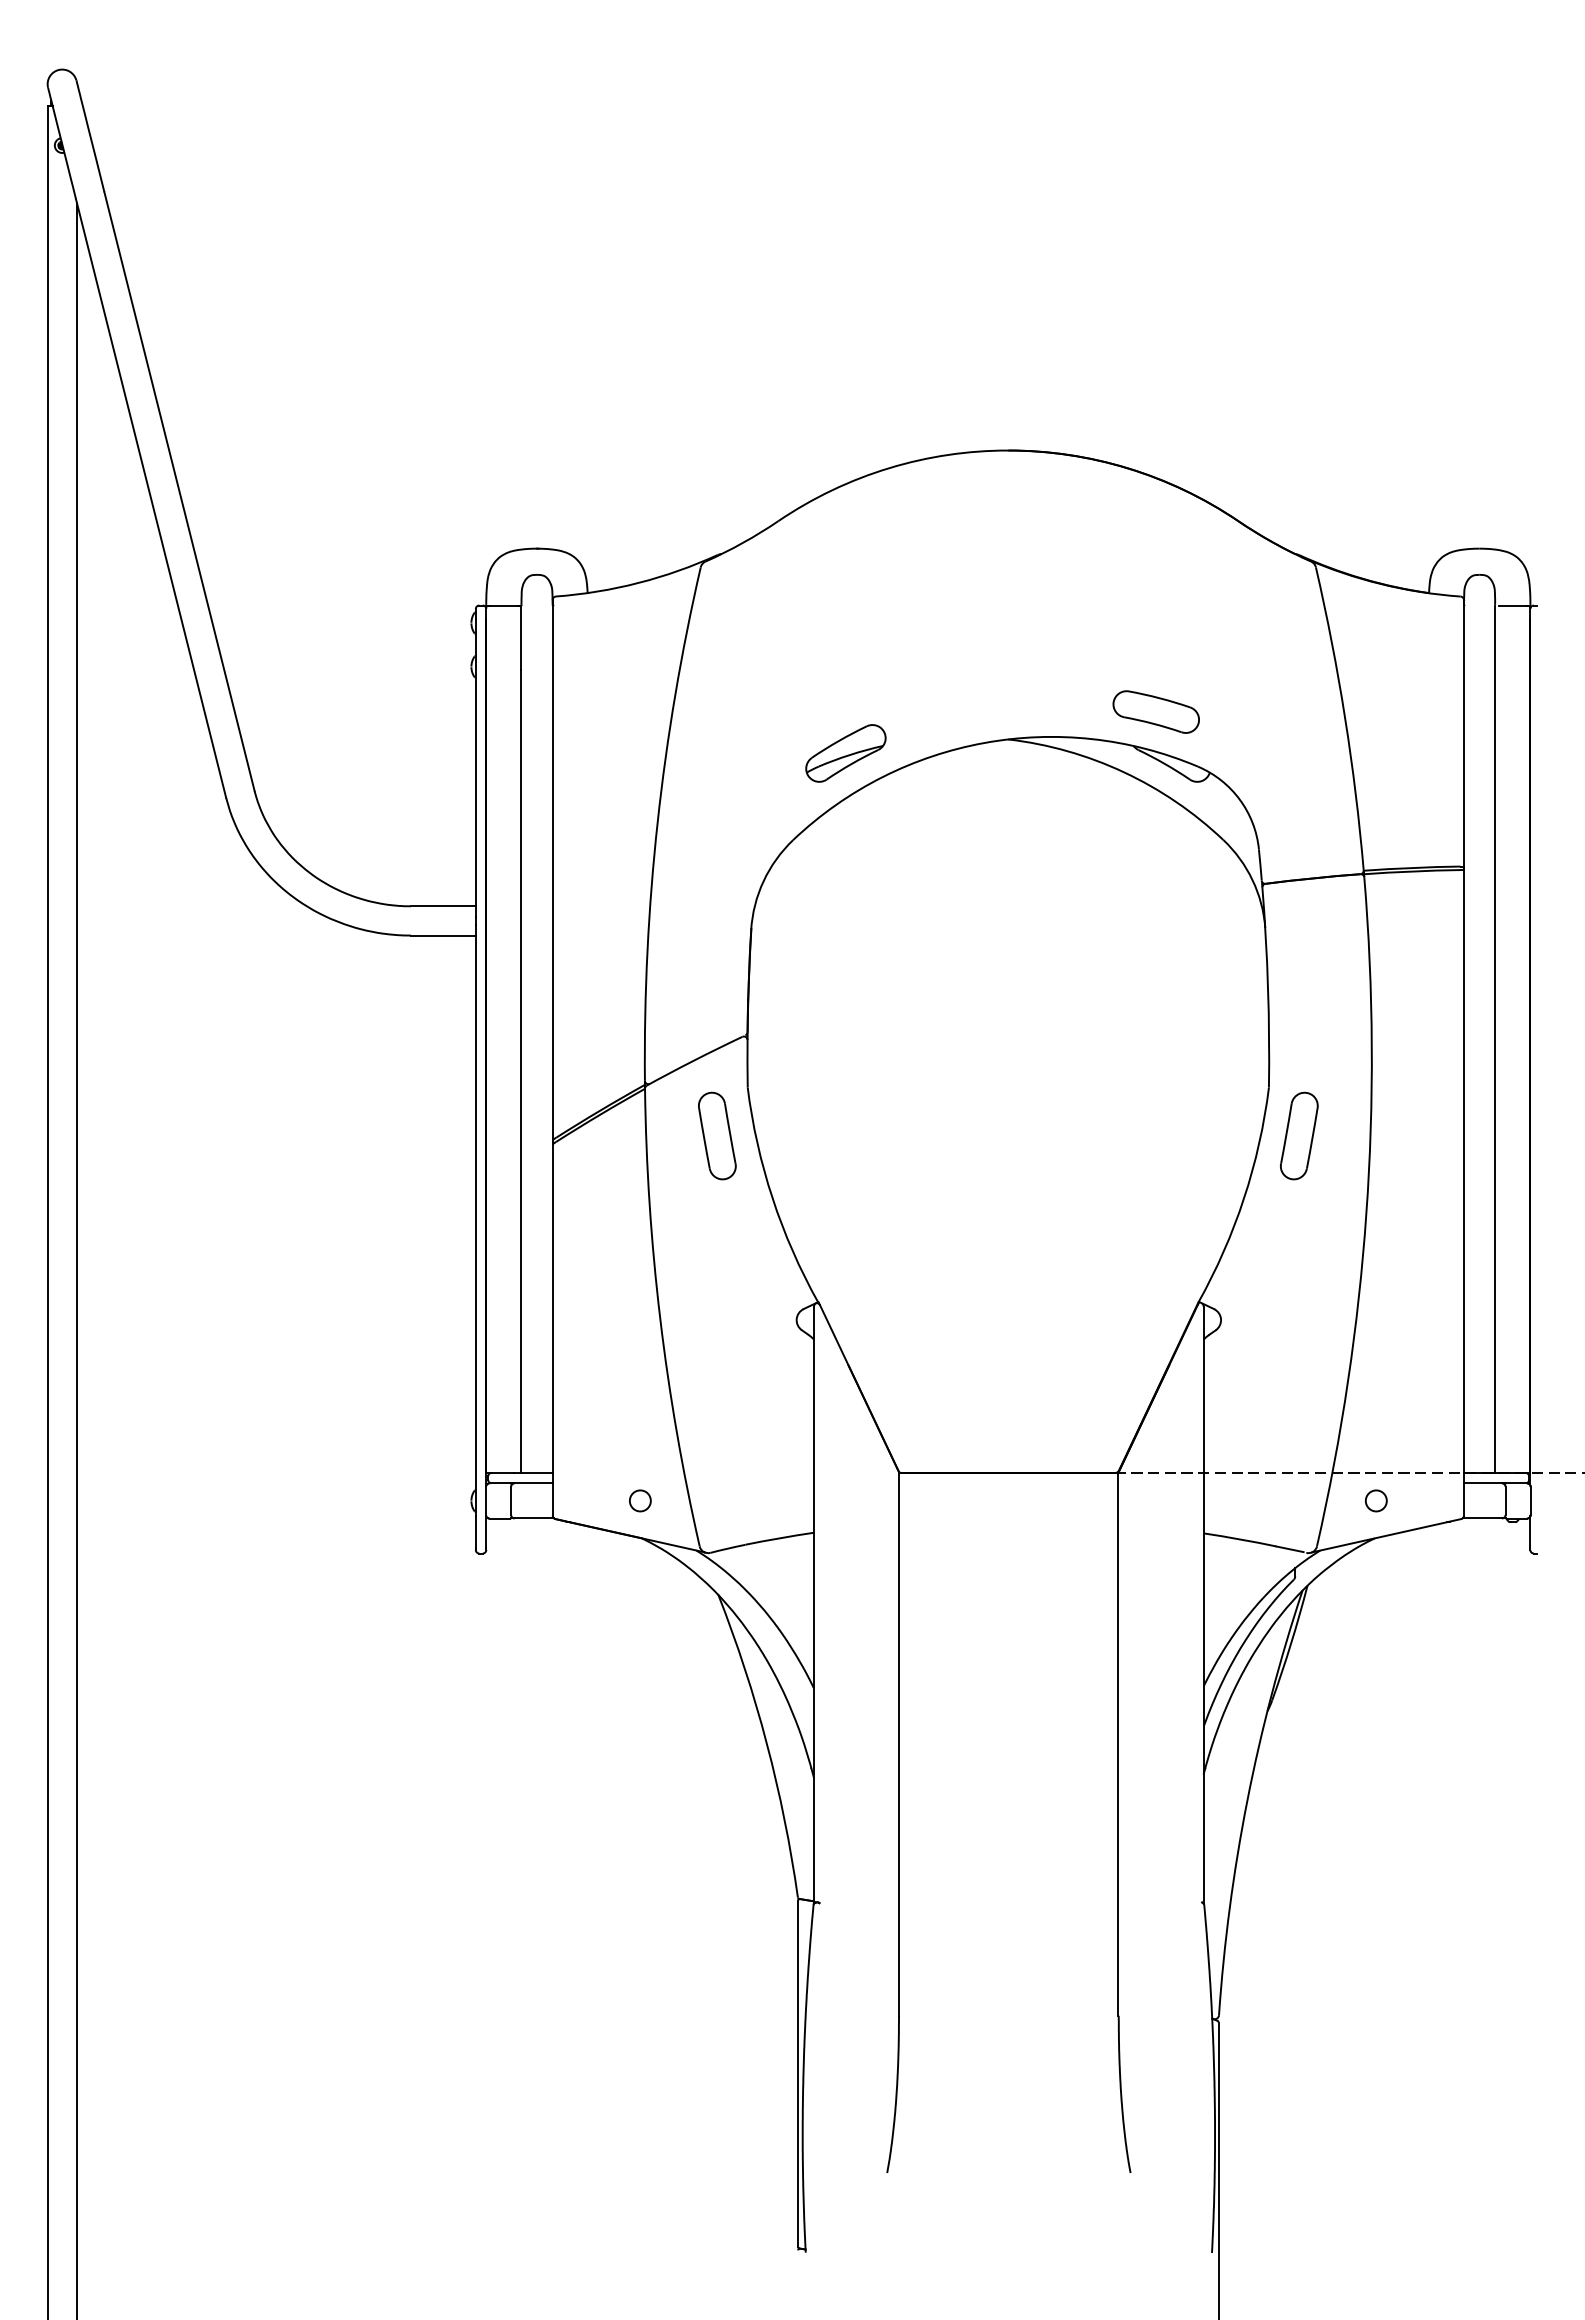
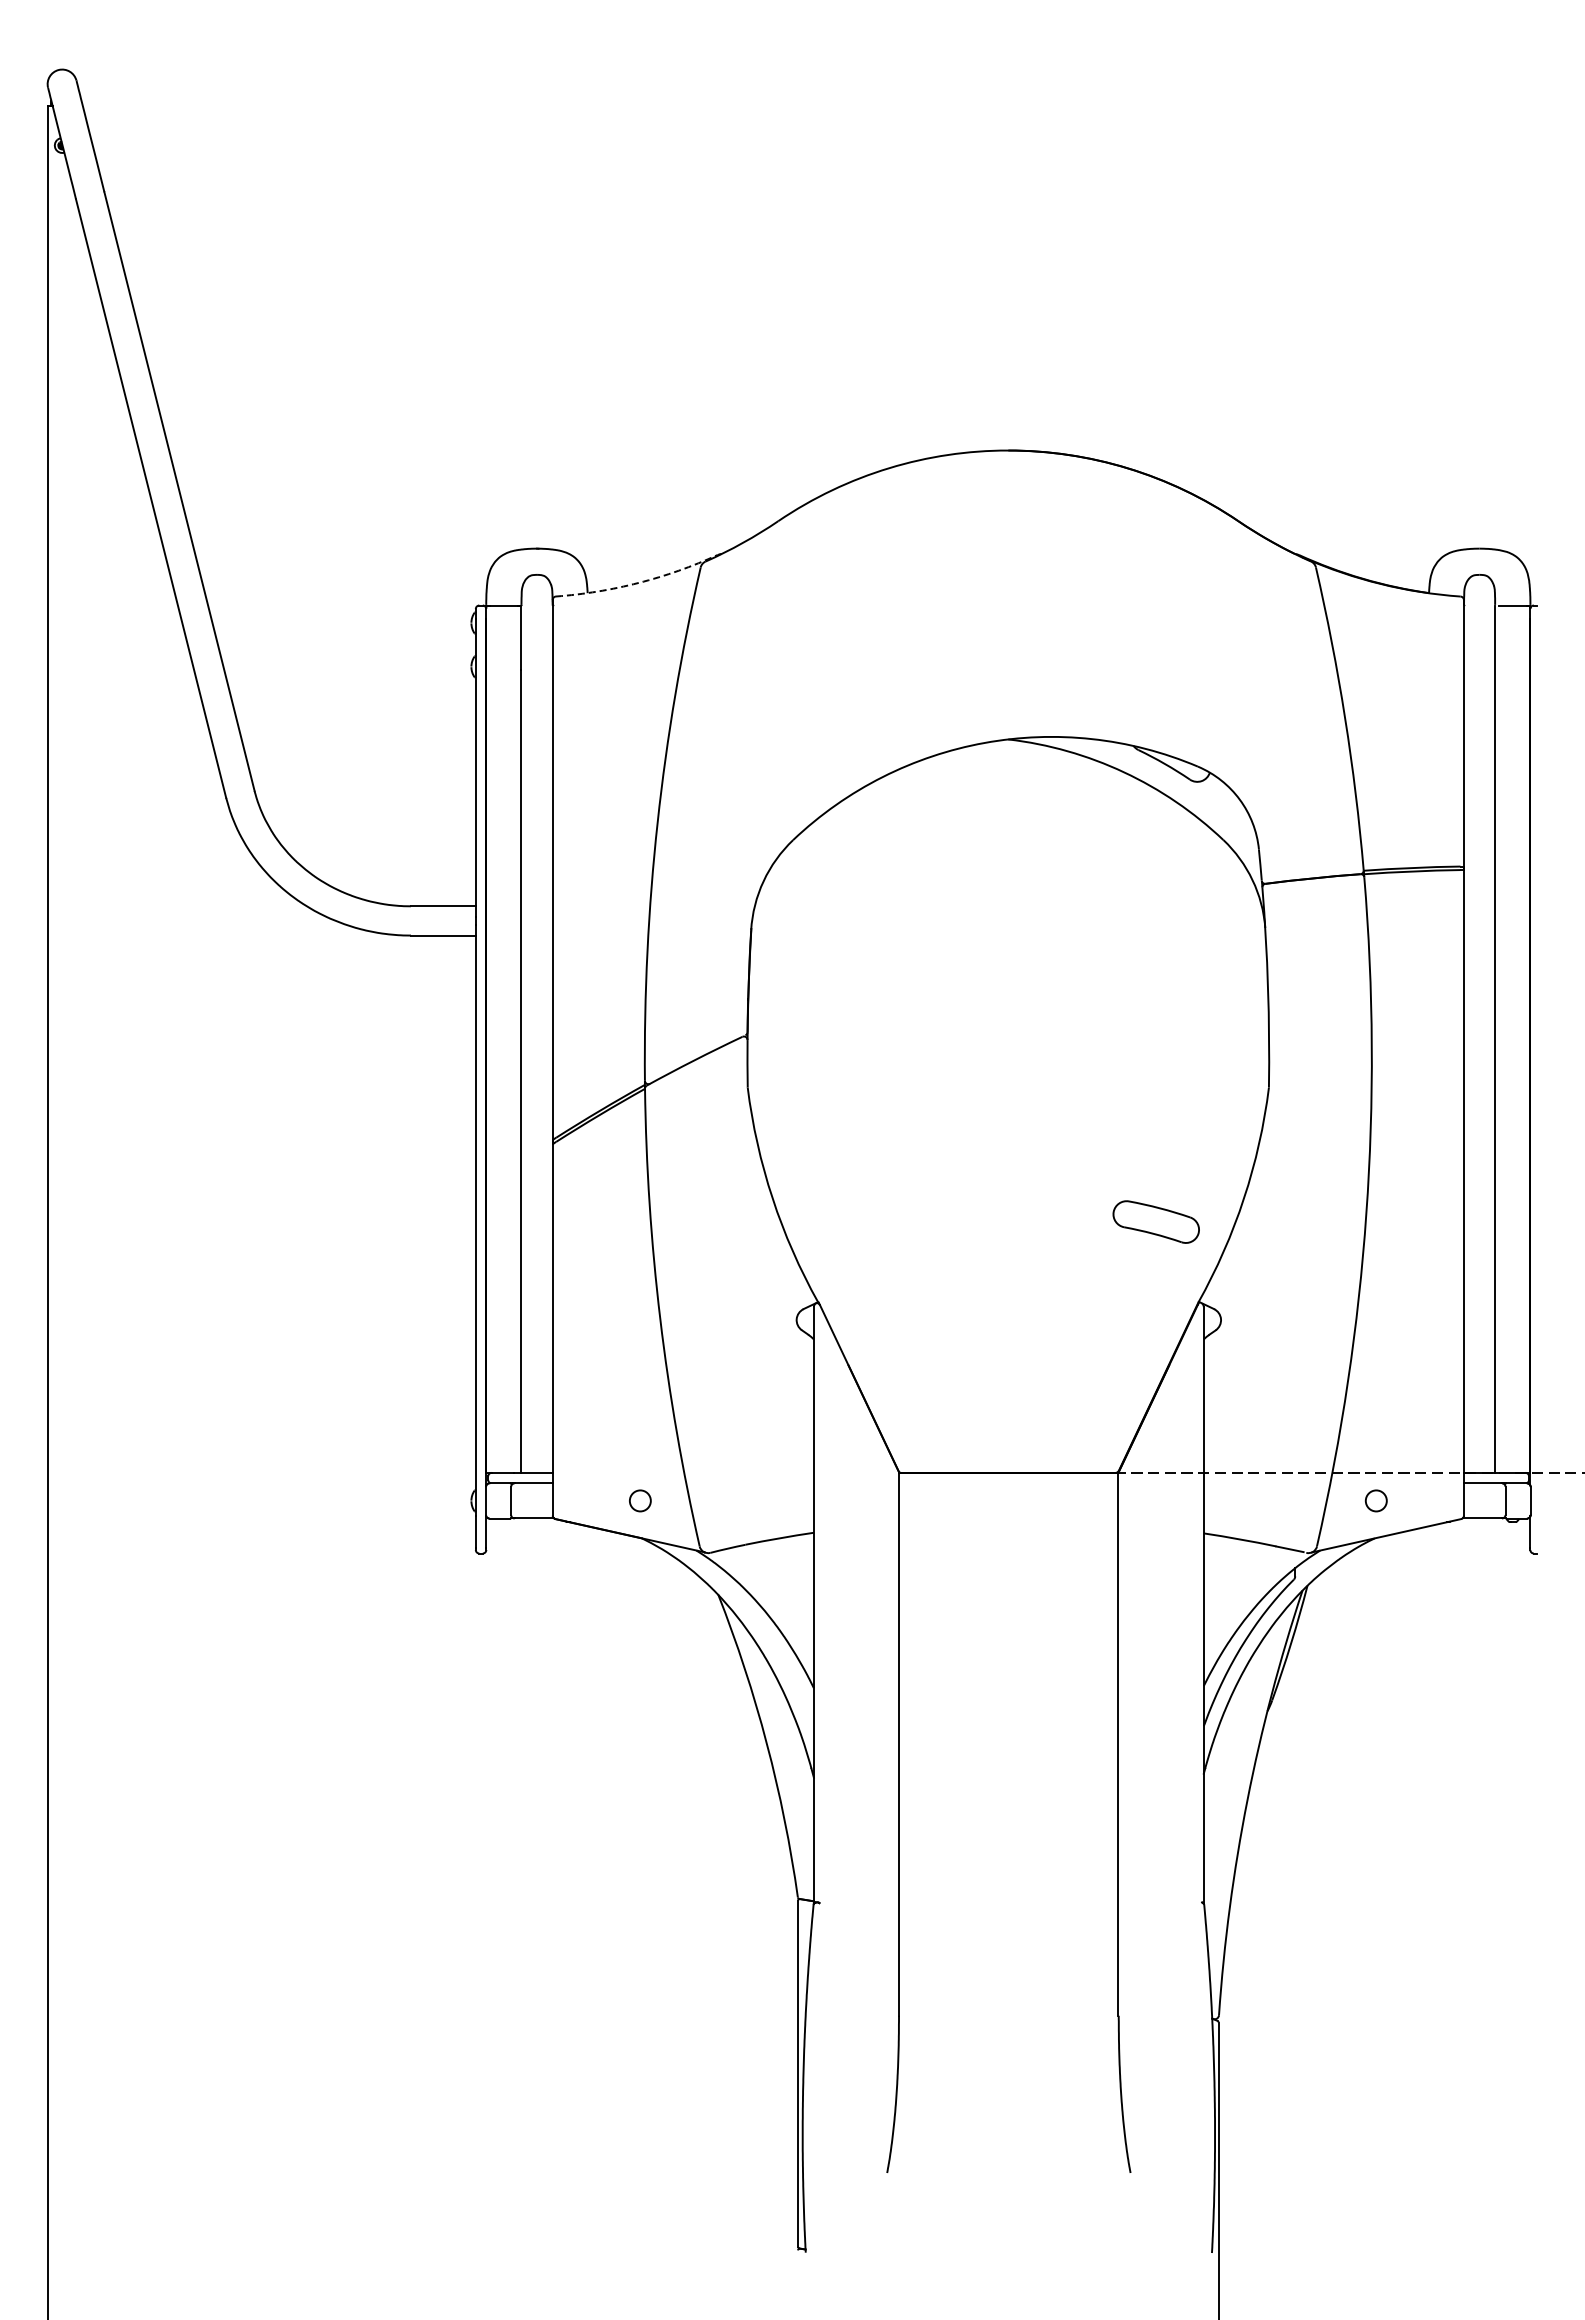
arc at (638, 582): solid -> dashed
part at (1155, 711) position: (1155, 711) -> (1155, 1221)
part at (845, 753): present -> none
part at (717, 1135): present -> none
part at (1299, 1135): present -> none
line at (76, 1259): present -> none
